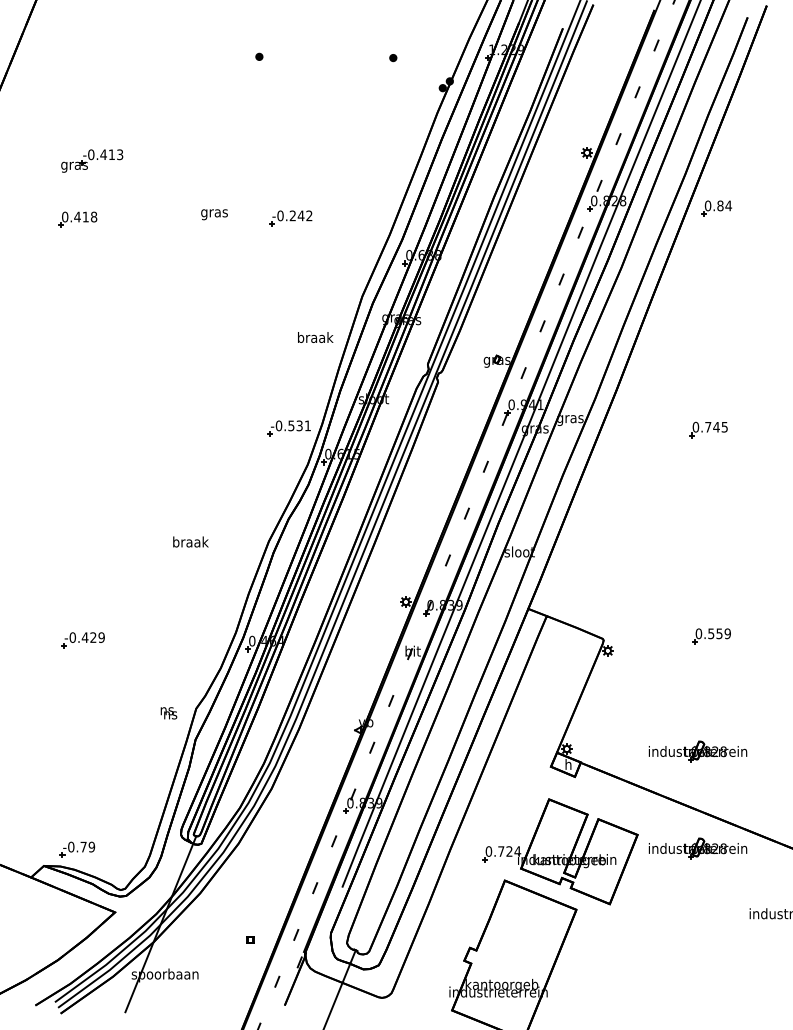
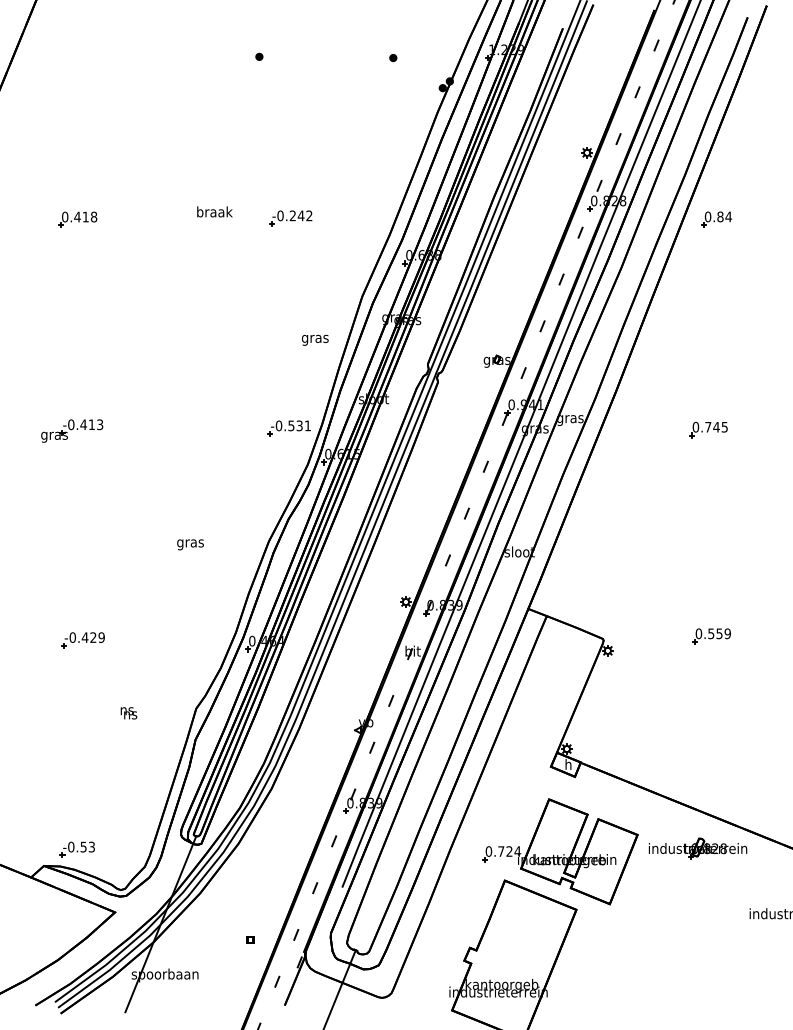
part at (92, 160) position: (92, 160) -> (72, 430)
part at (716, 208) position: (716, 208) -> (716, 219)
text at (214, 213): gras -> braak
text at (315, 338): braak -> gras
text at (190, 543): braak -> gras
text at (168, 713) position: (168, 713) -> (128, 713)
part at (697, 751): present -> none
text at (87, 846): -0.79 -> -0.53
